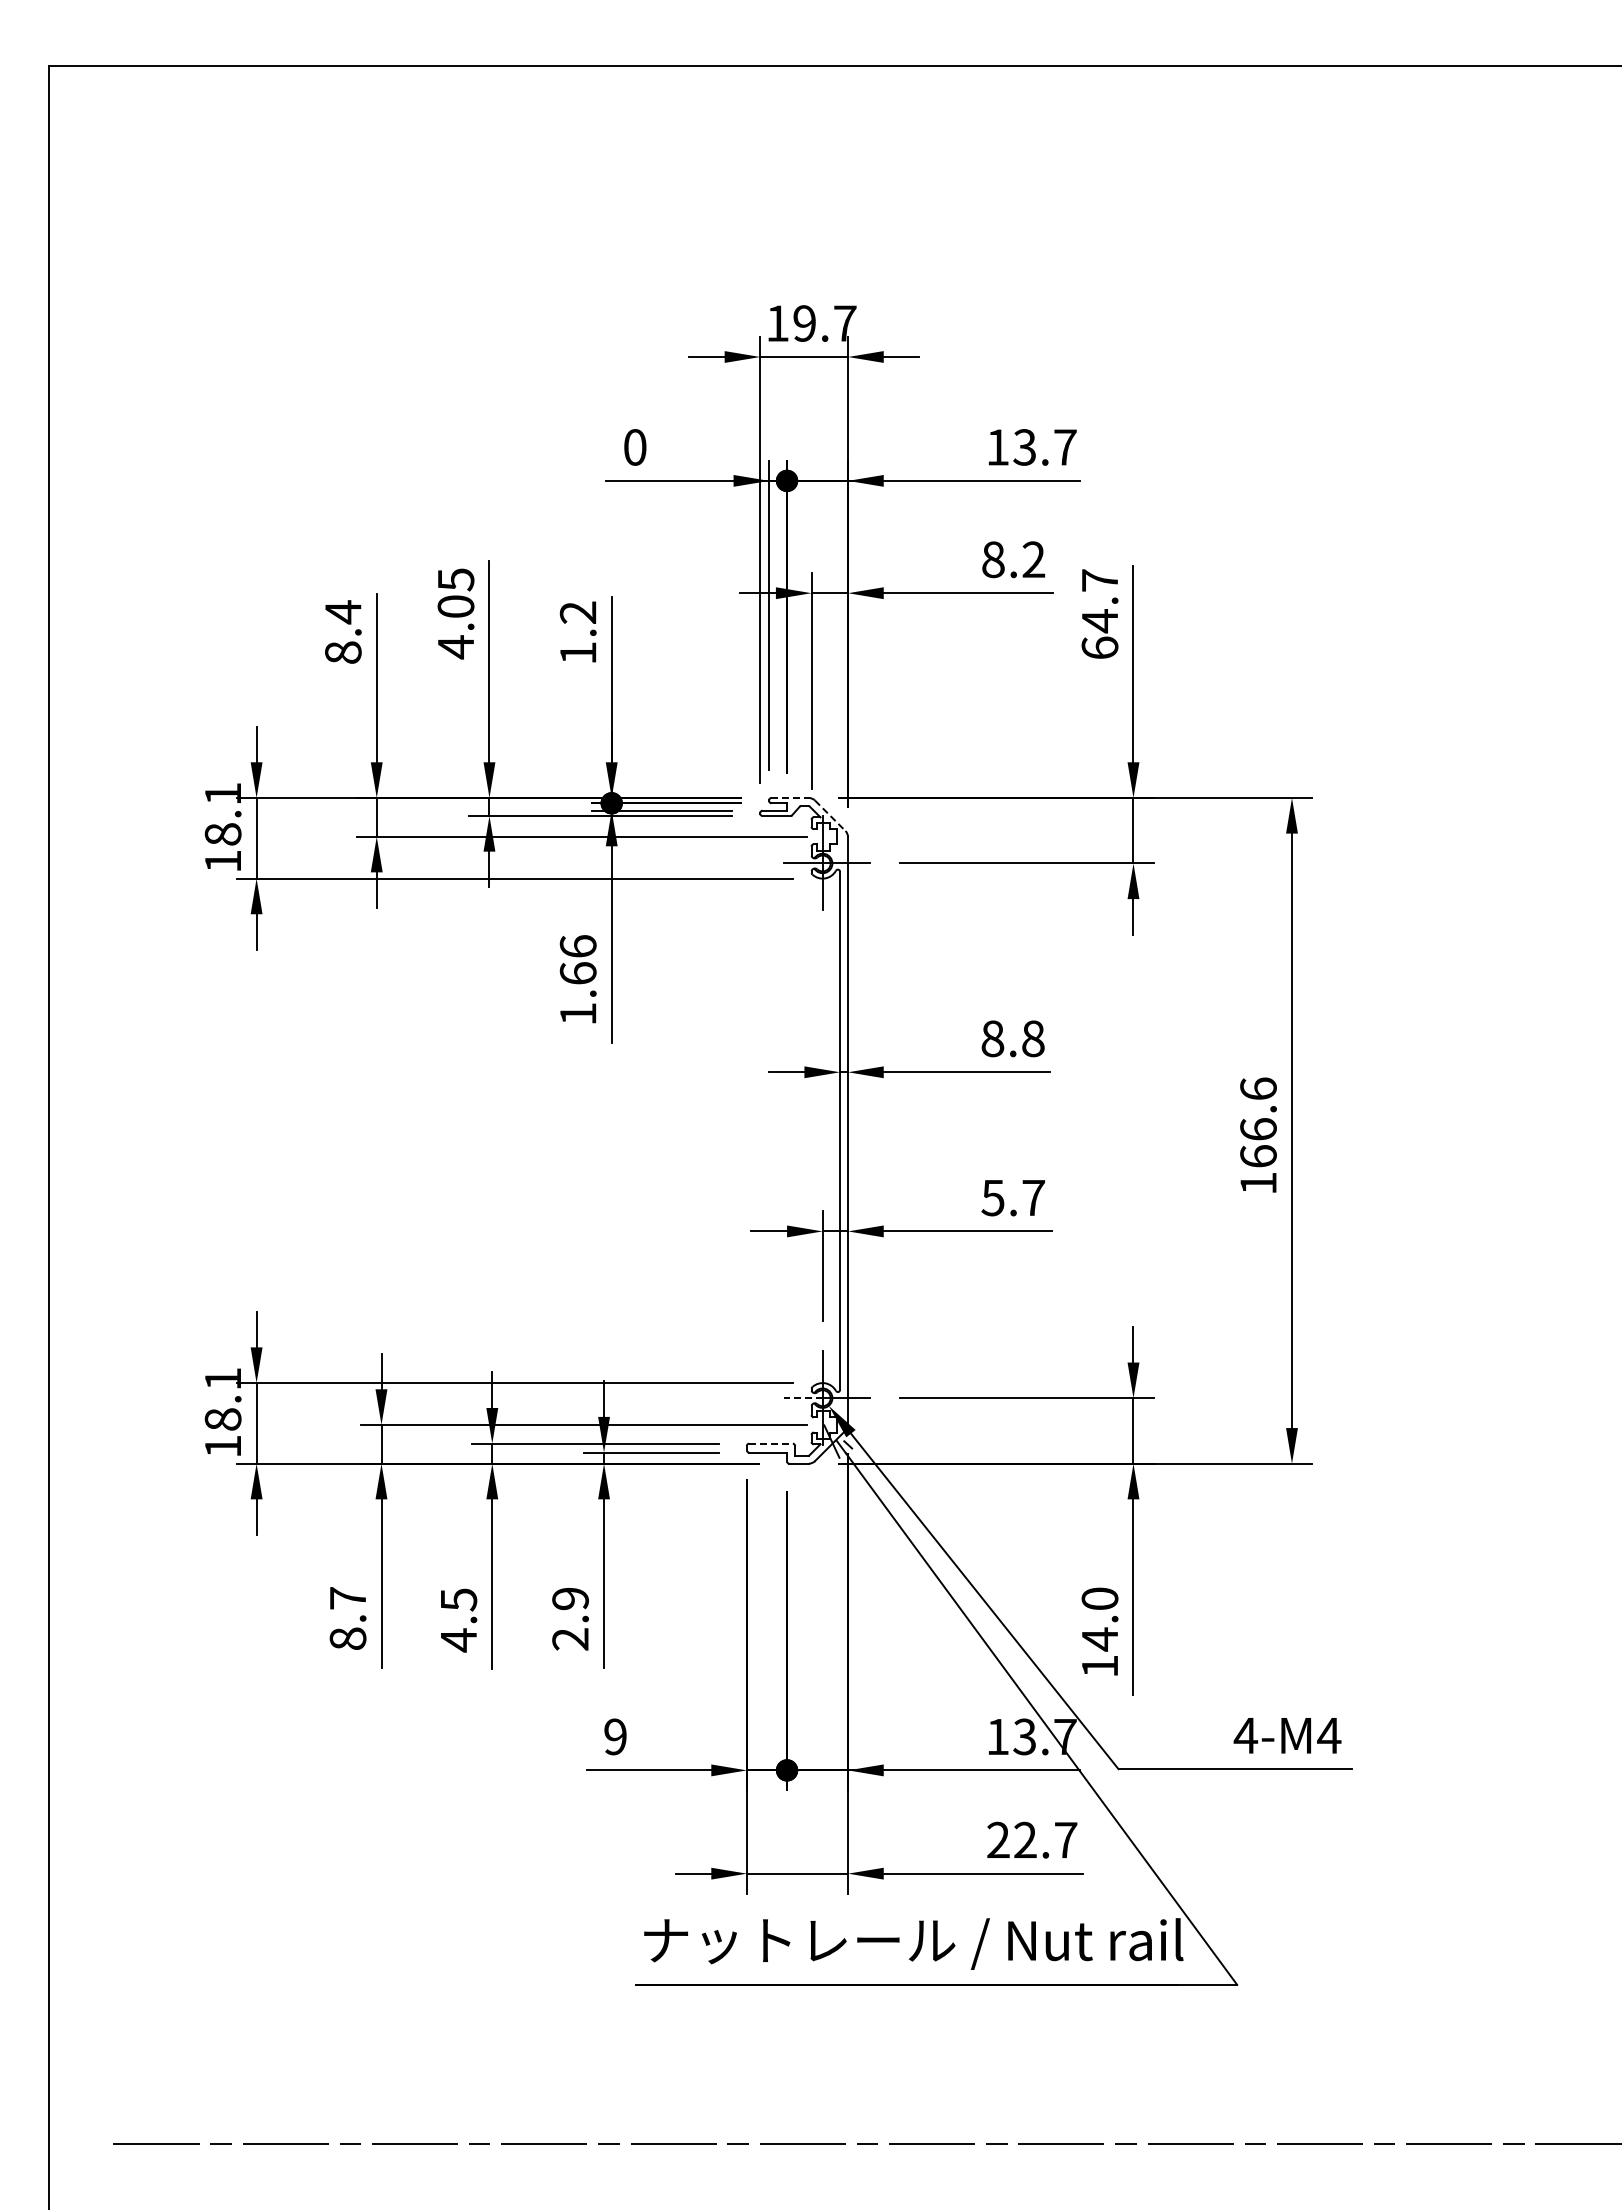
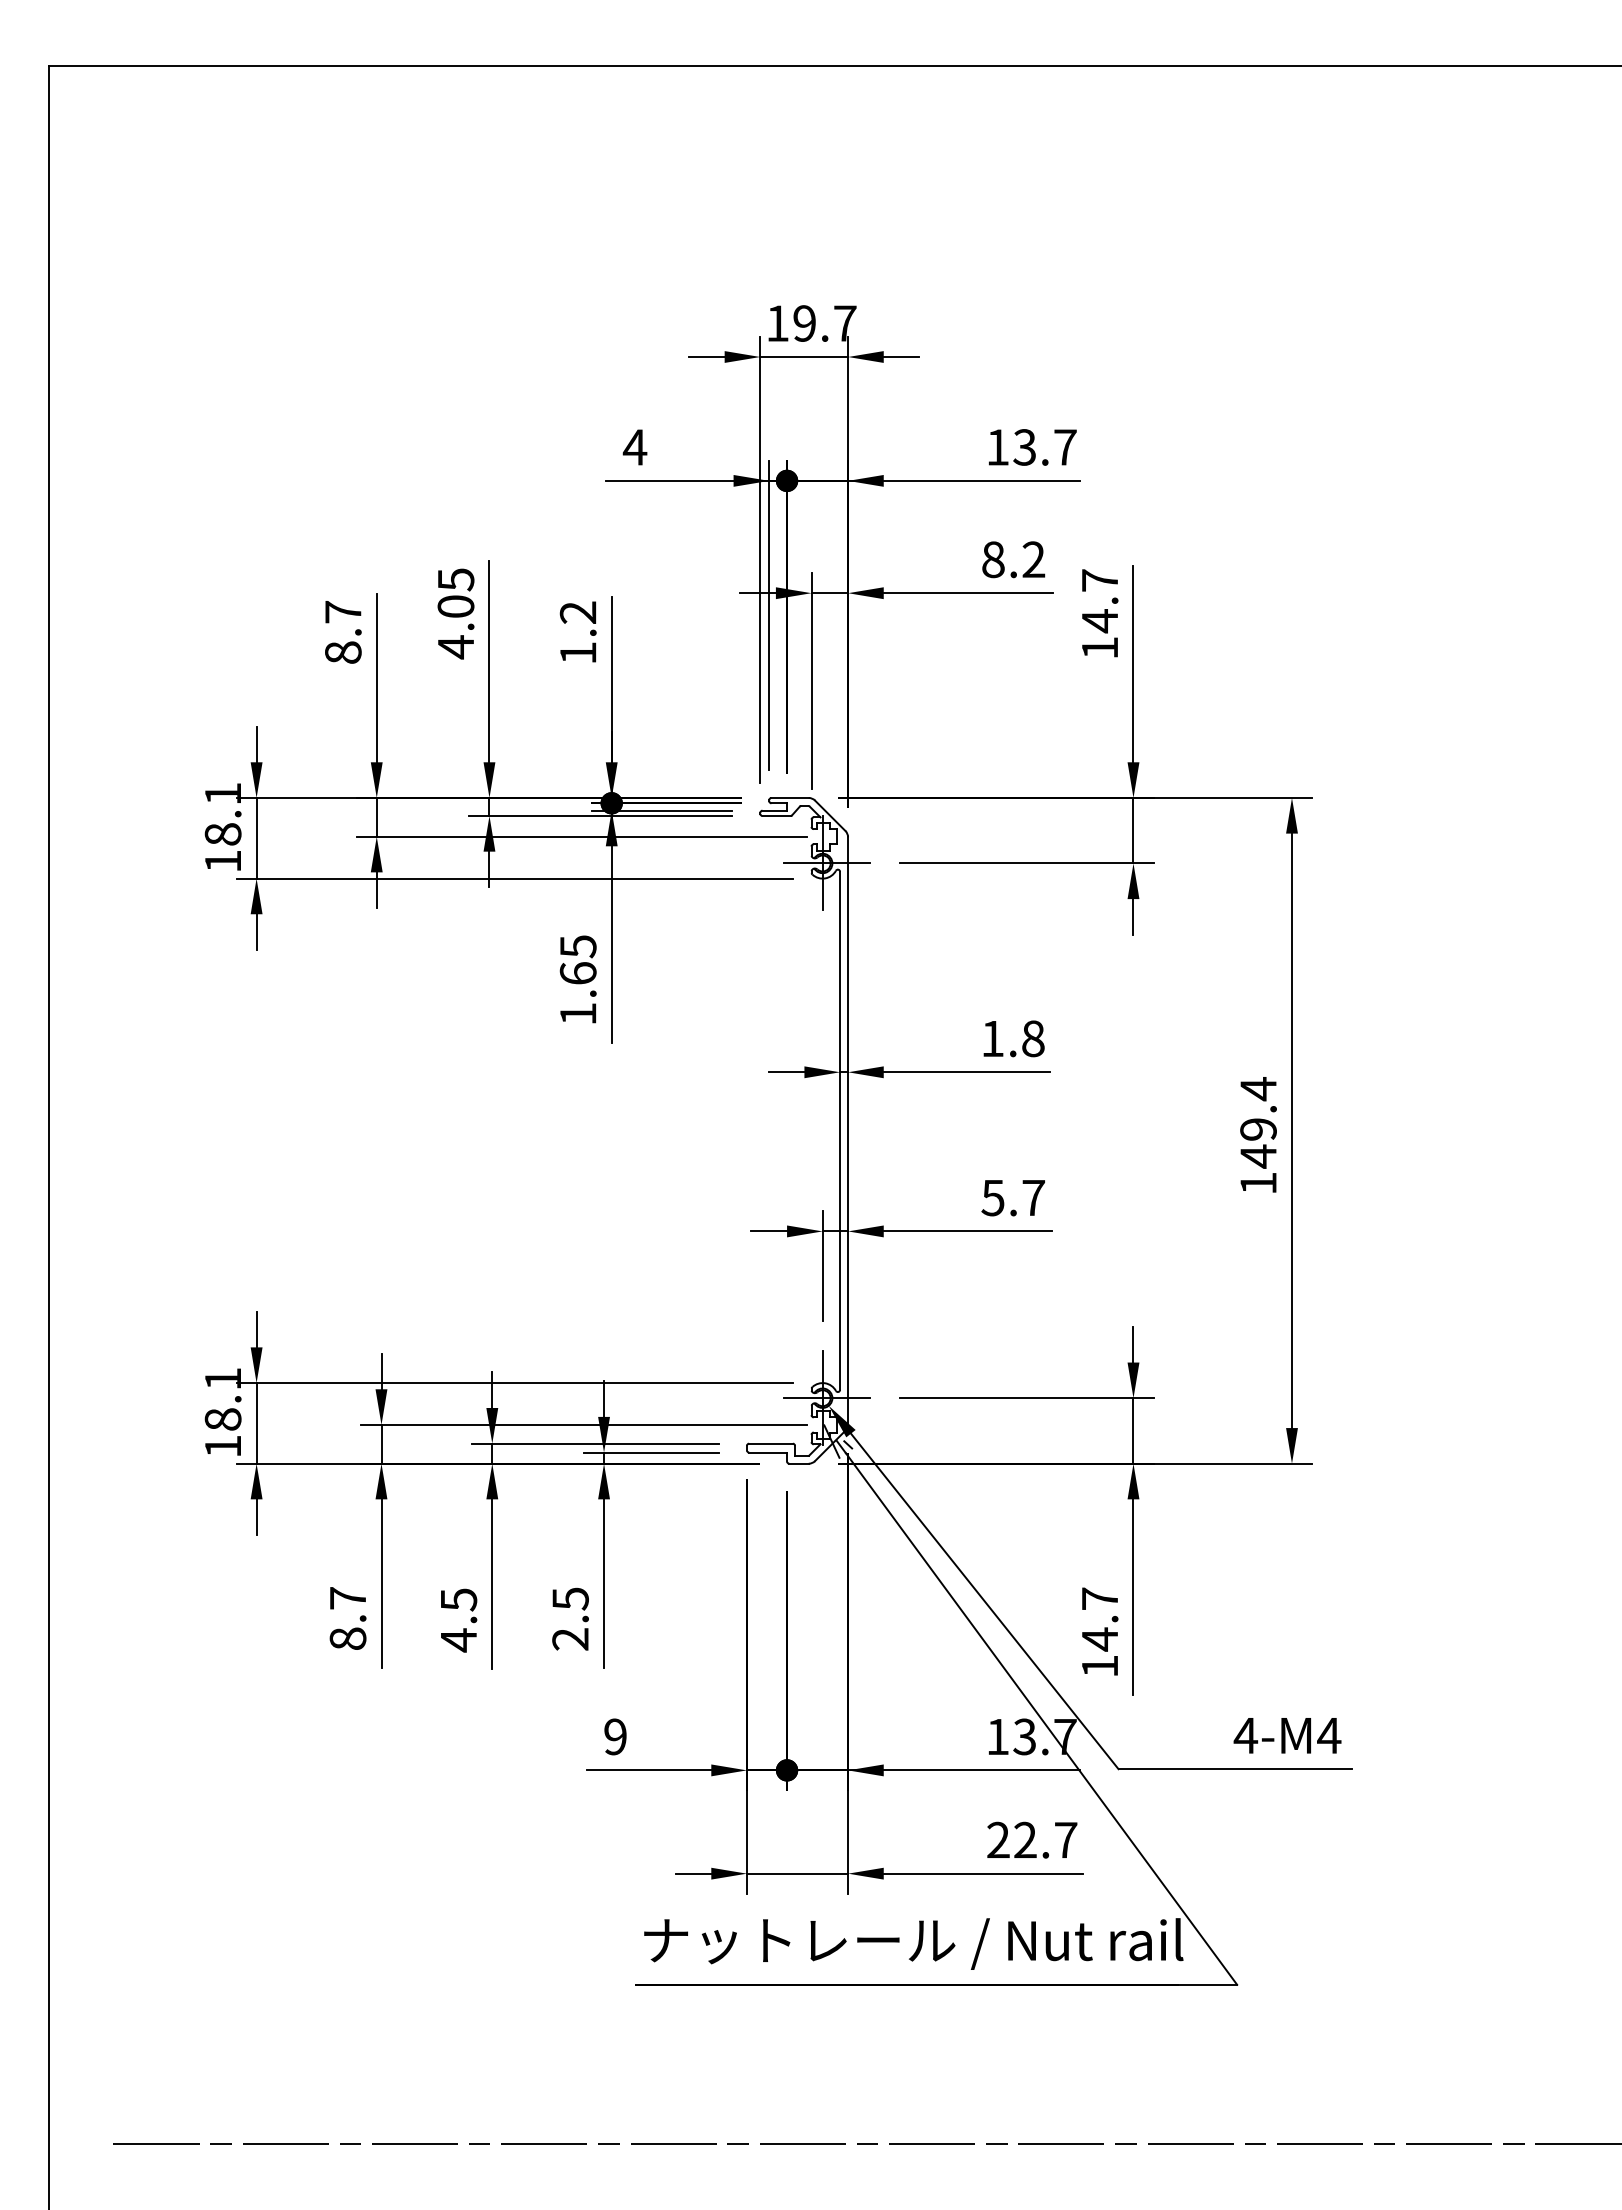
text at (634, 447): 0 -> 4
text at (343, 612): 8.4 -> 8.7
text at (1099, 647): 64.7 -> 14.7
line at (790, 797): dashed -> solid
line at (830, 815): dashed -> solid
text at (577, 946): 1.66 -> 1.65
text at (992, 1038): 8.8 -> 1.8
text at (1258, 1122): 166.6 -> 149.4
line at (802, 1398): dashed -> solid
line at (771, 1443): dashed -> solid
text at (570, 1598): 2.9 -> 2.5
text at (1099, 1598): 14.0 -> 14.7
